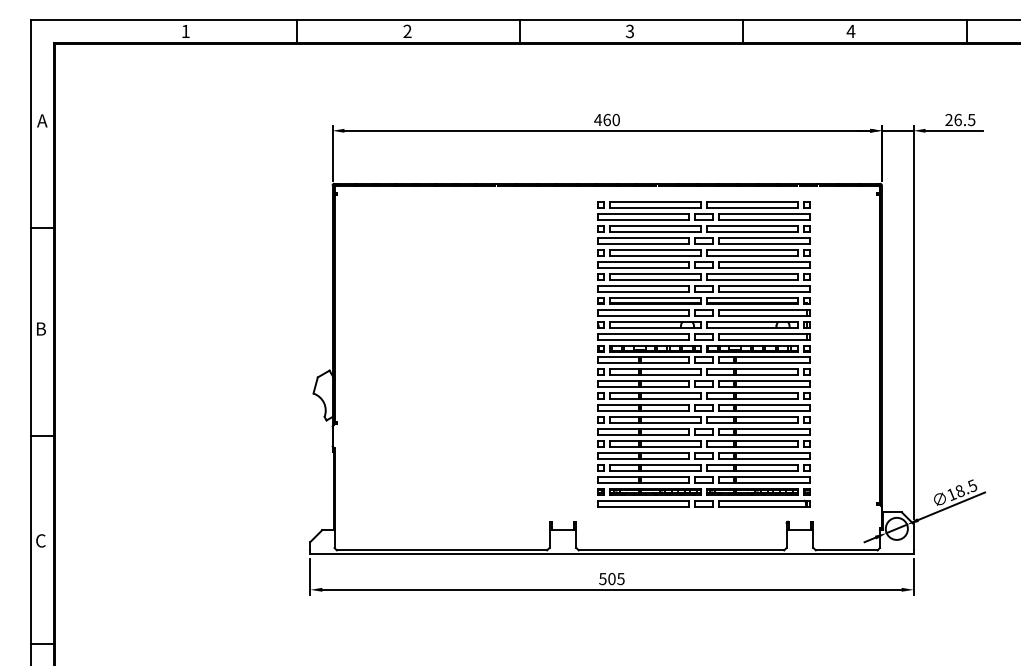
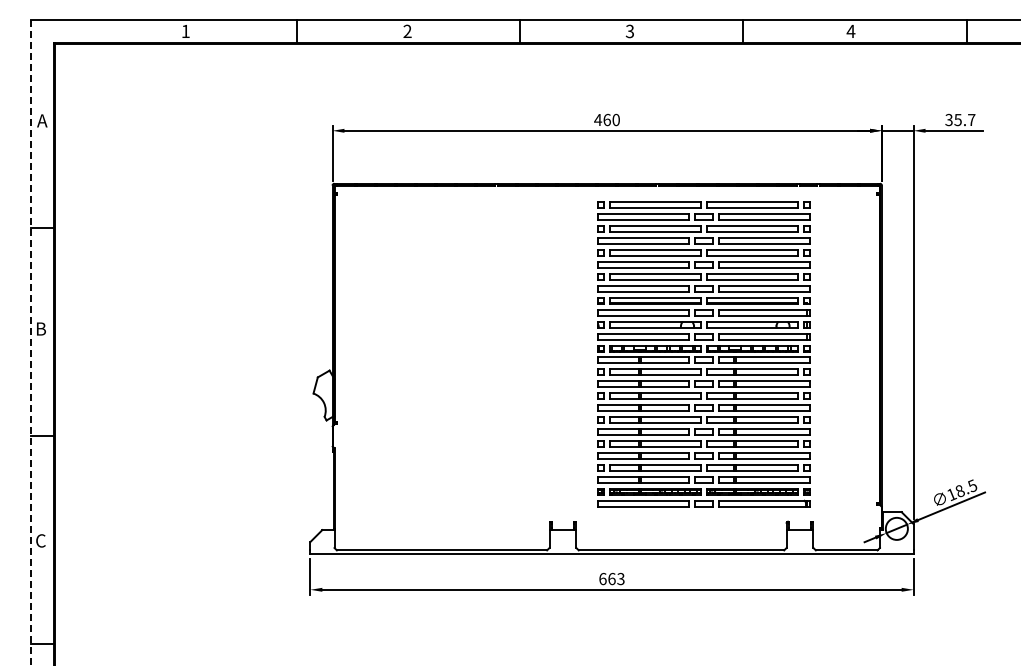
text at (960, 119): 26.5 -> 35.7
line at (30, 342): solid -> dashed
text at (611, 578): 505 -> 663
